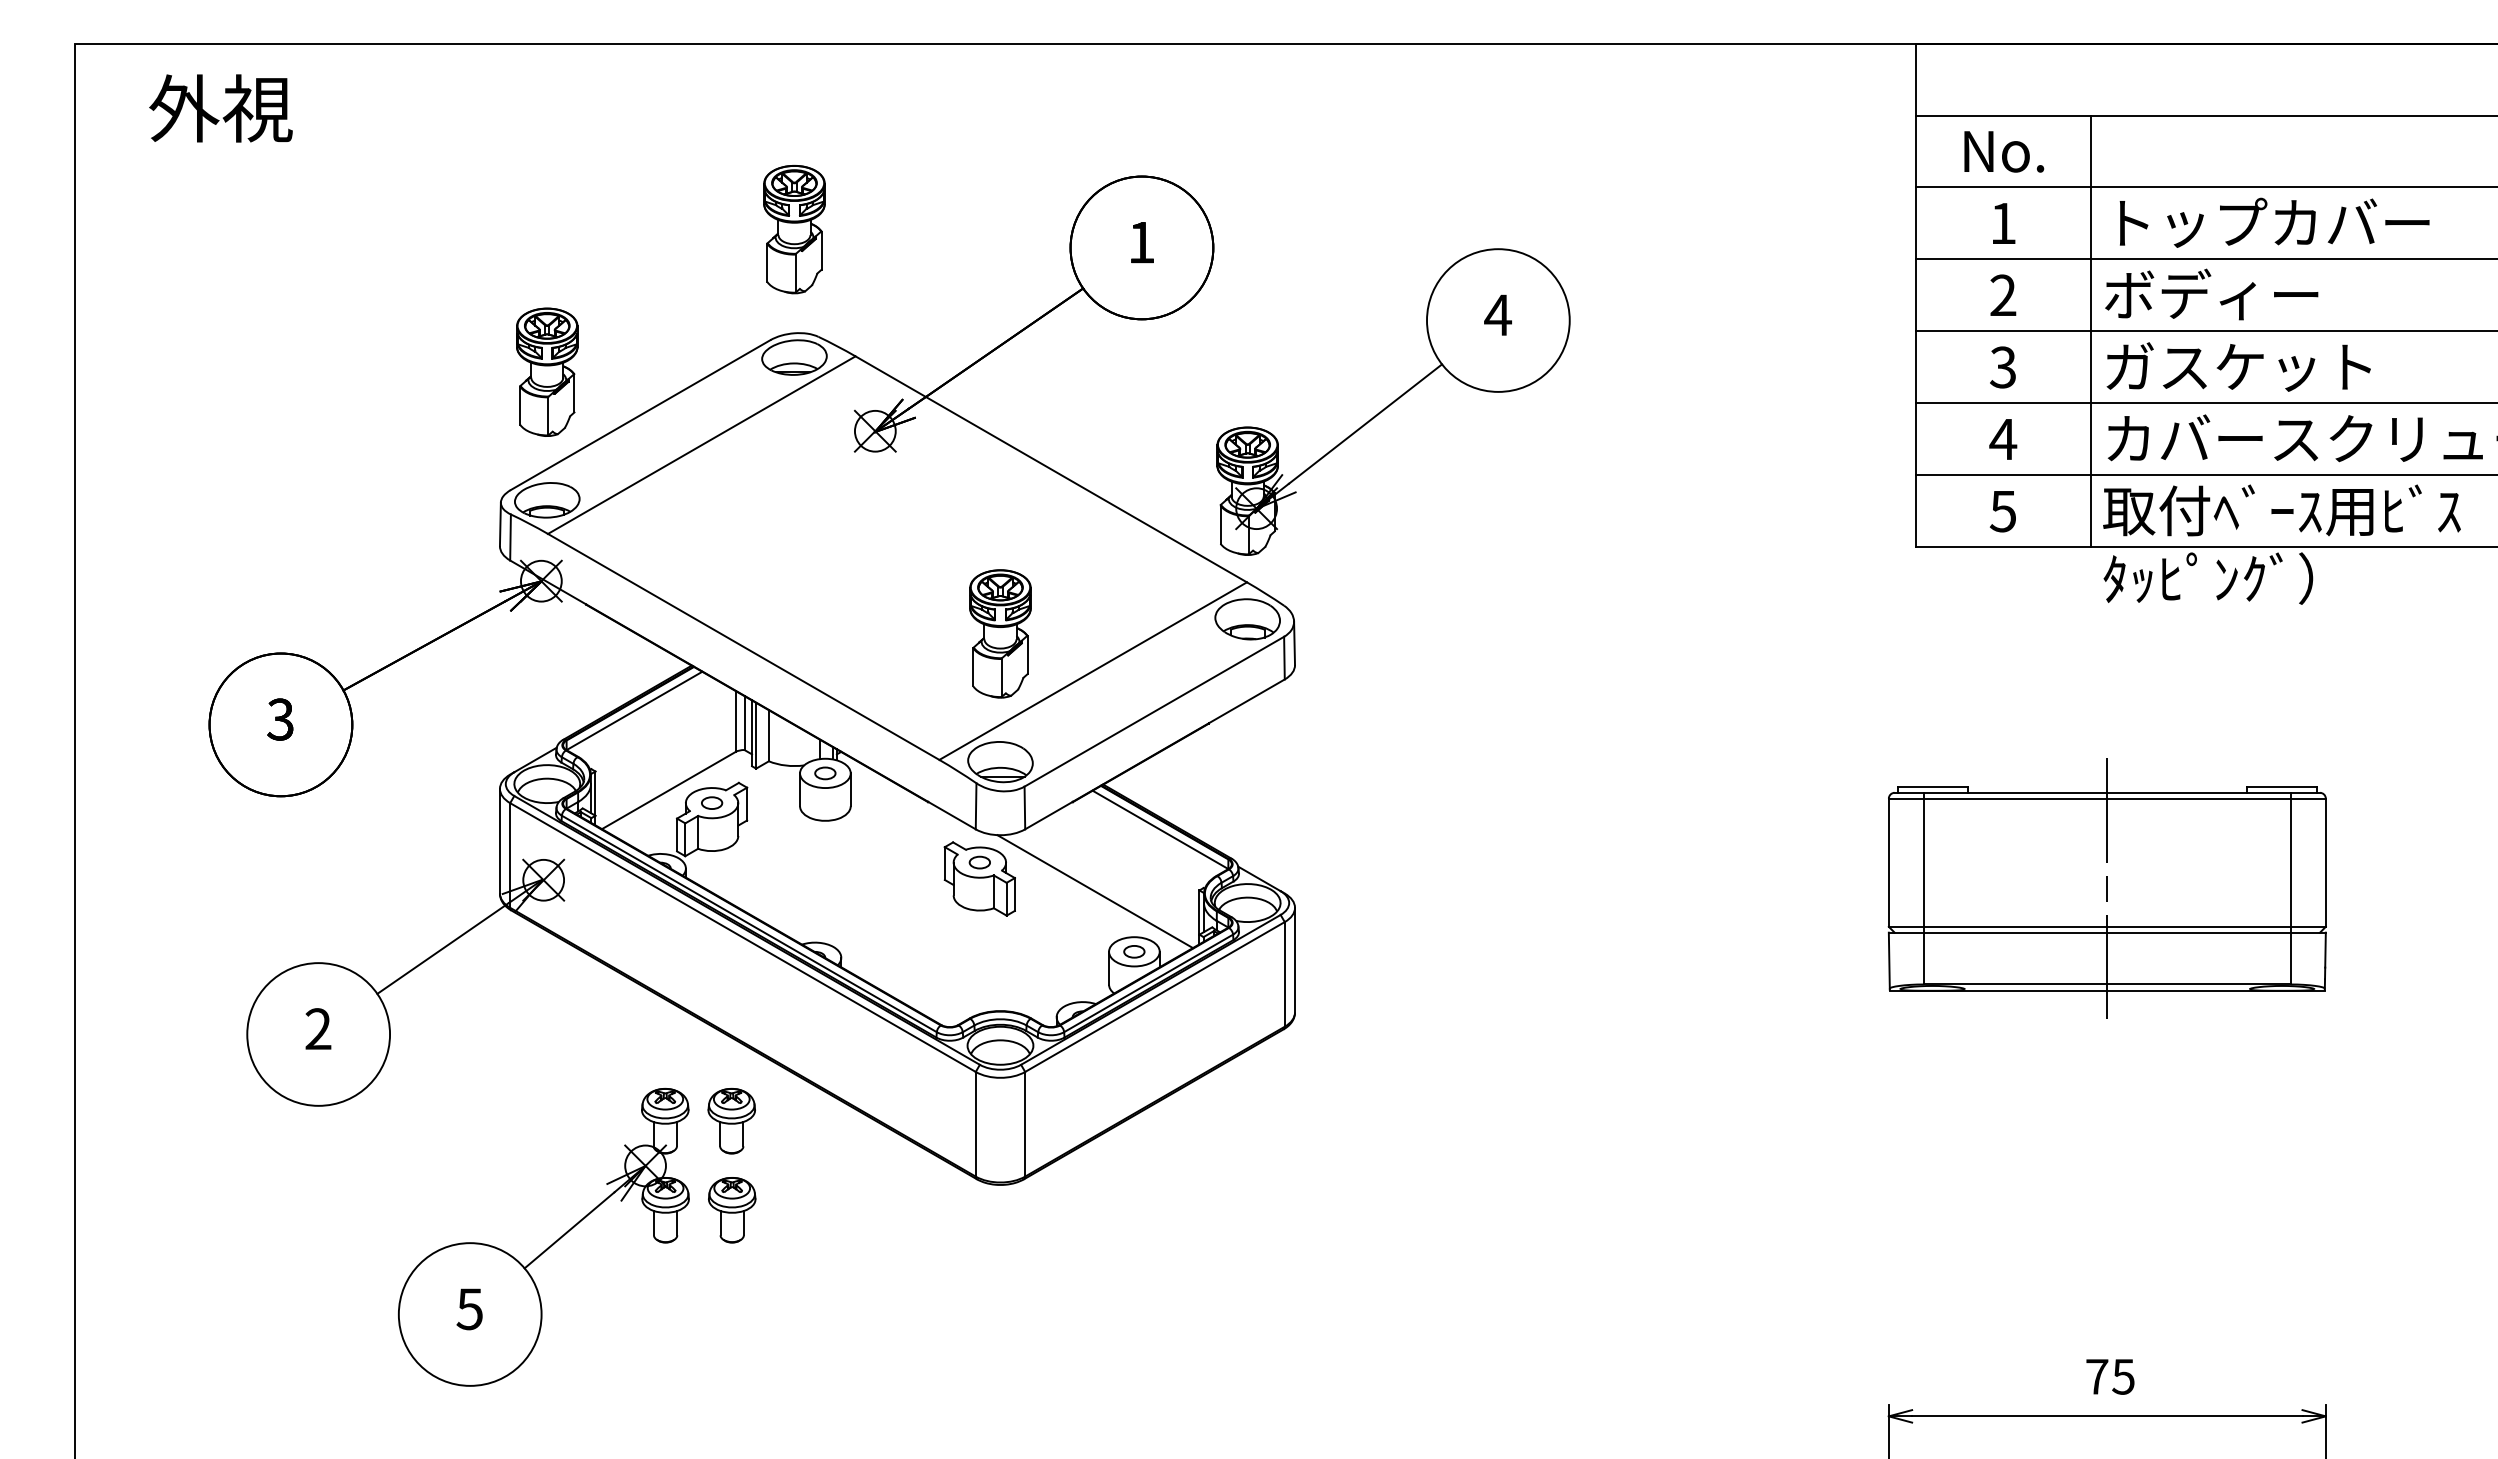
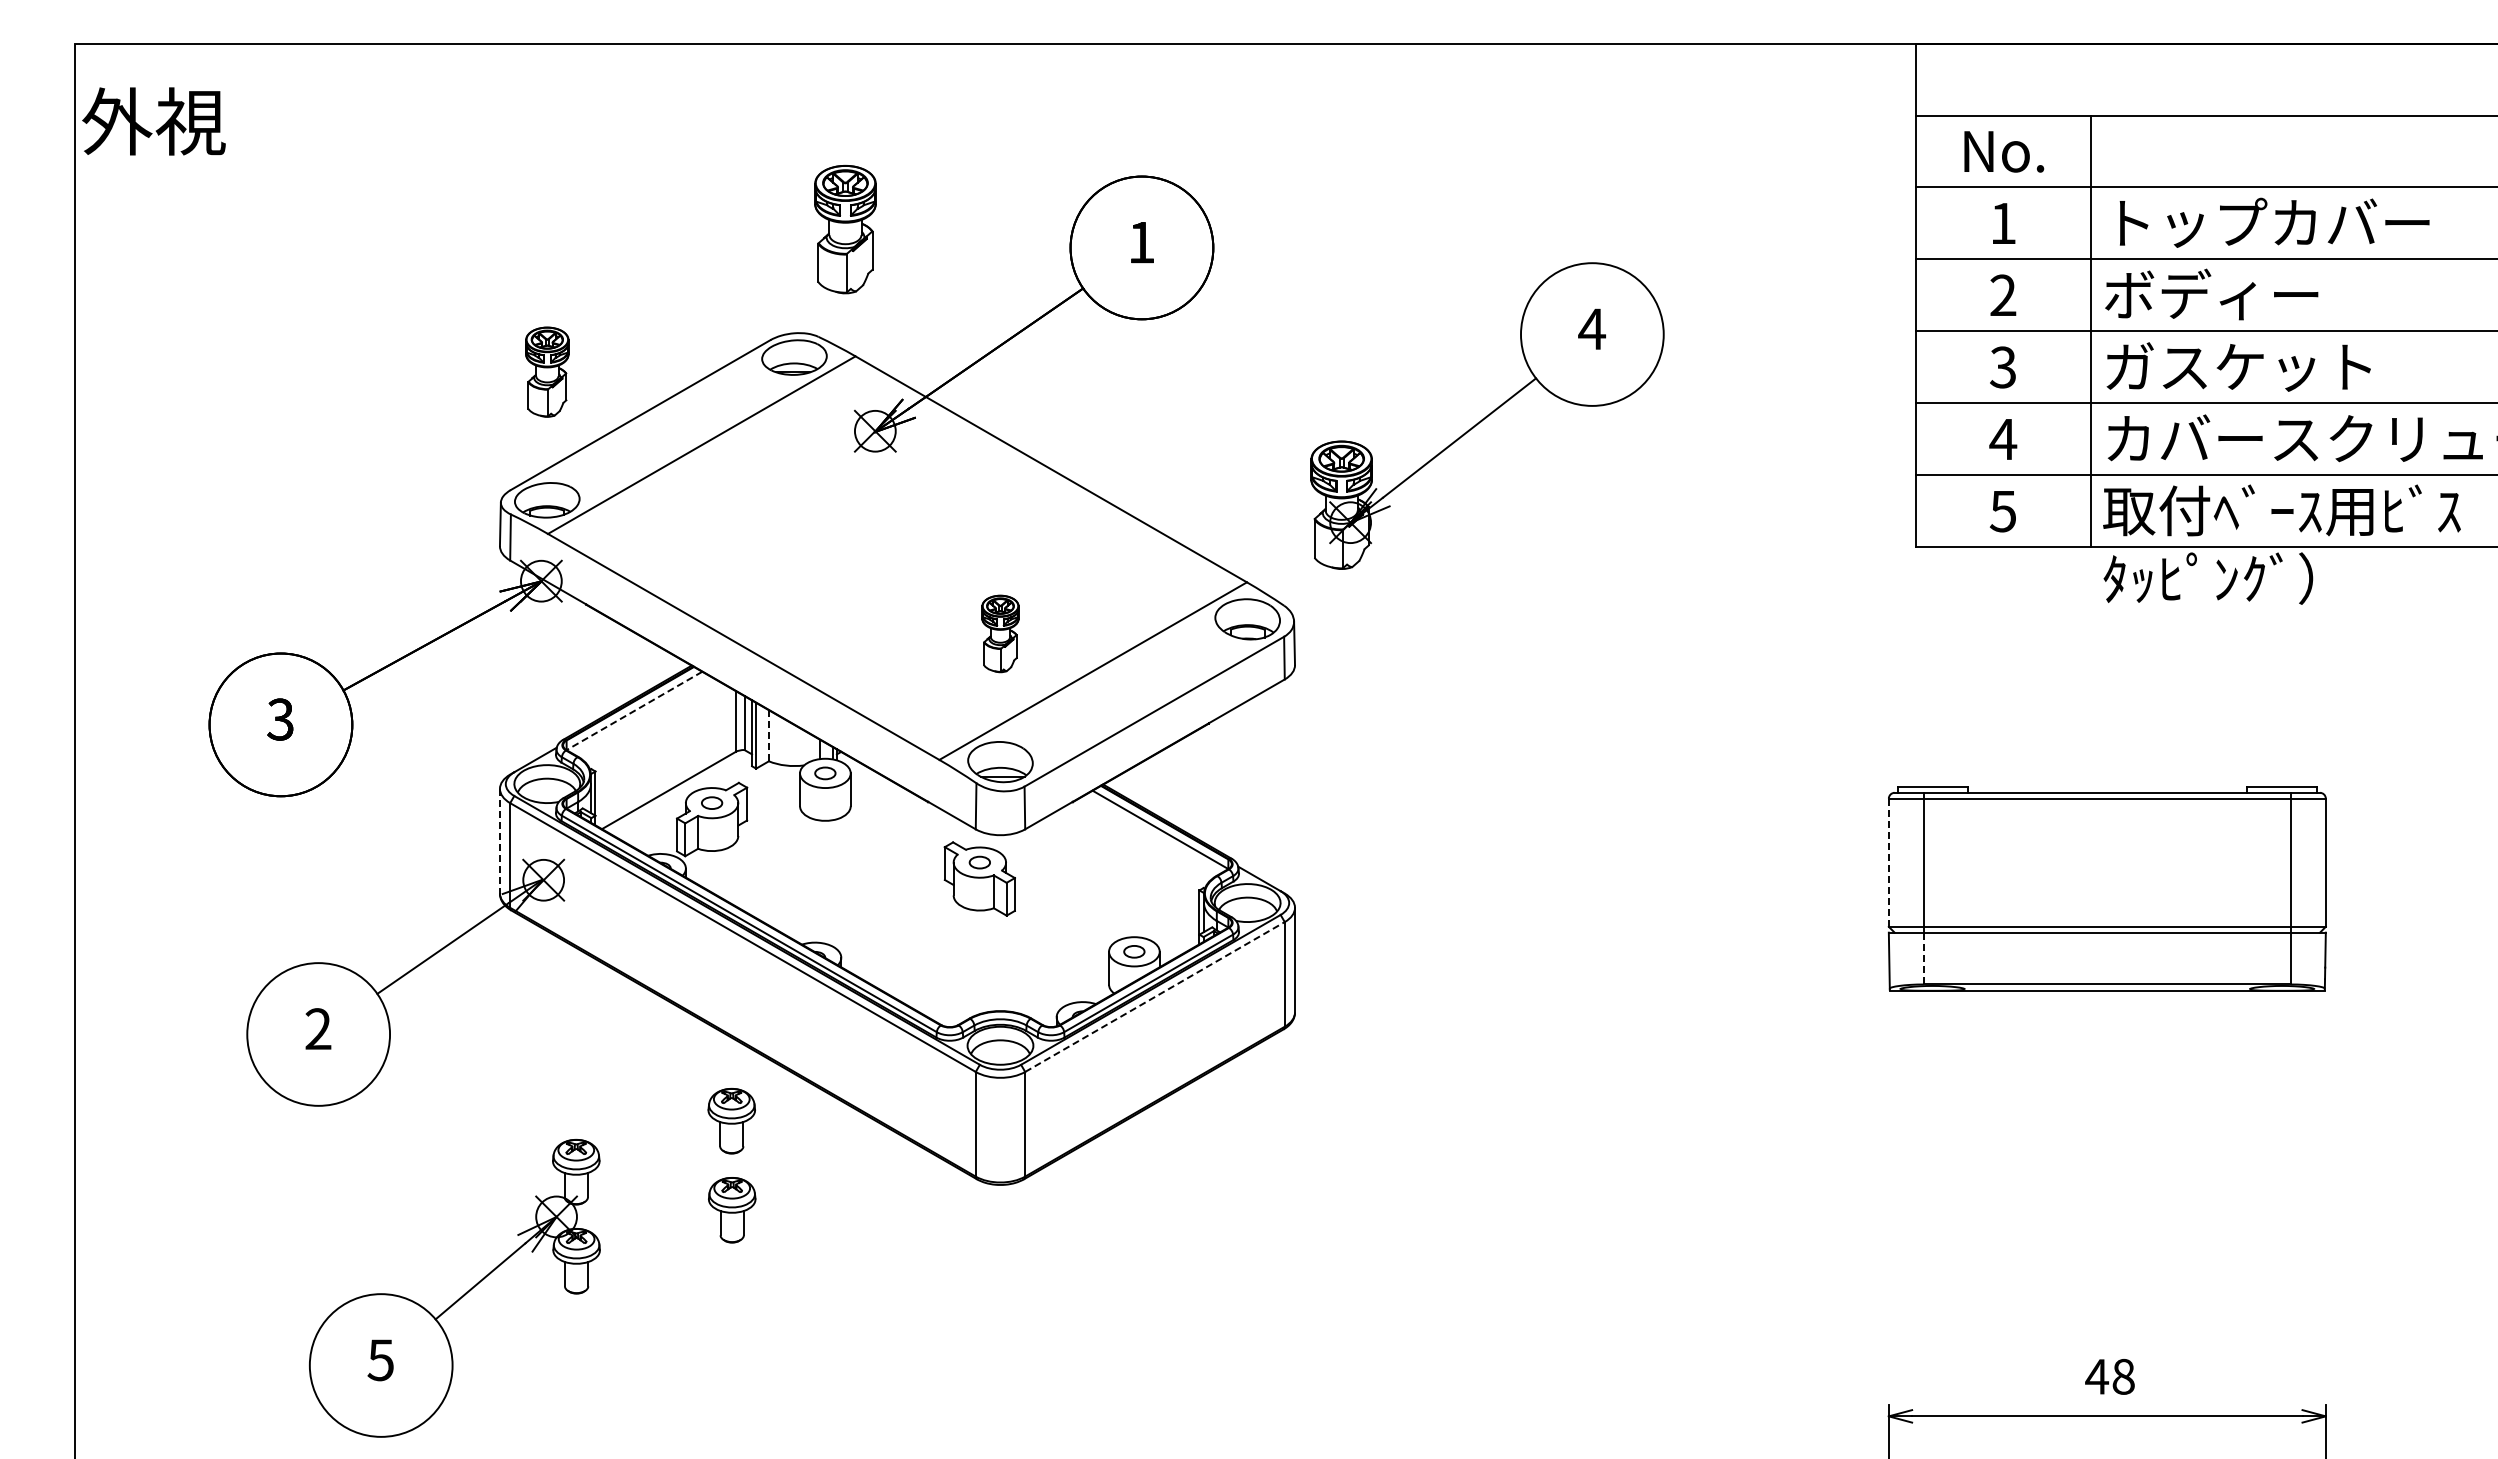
text at (220, 108) position: (220, 108) -> (153, 121)
part at (794, 229) position: (794, 229) -> (845, 229)
part at (547, 371) size: 63x130 px -> 45x92 px
part at (1393, 401) position: (1393, 401) -> (1487, 415)
part at (1000, 633) size: 63x130 px -> 39x80 px
line at (634, 711): solid -> dashed
line at (768, 735): solid -> dashed
line at (499, 841): solid -> dashed
line at (1888, 862): solid -> dashed
line at (2107, 888): present -> none
line at (1094, 891): present -> none
line at (1923, 958): solid -> dashed
line at (1154, 997): solid -> dashed
part at (548, 1246) position: (548, 1246) -> (459, 1297)
text at (2109, 1376): 75 -> 48
